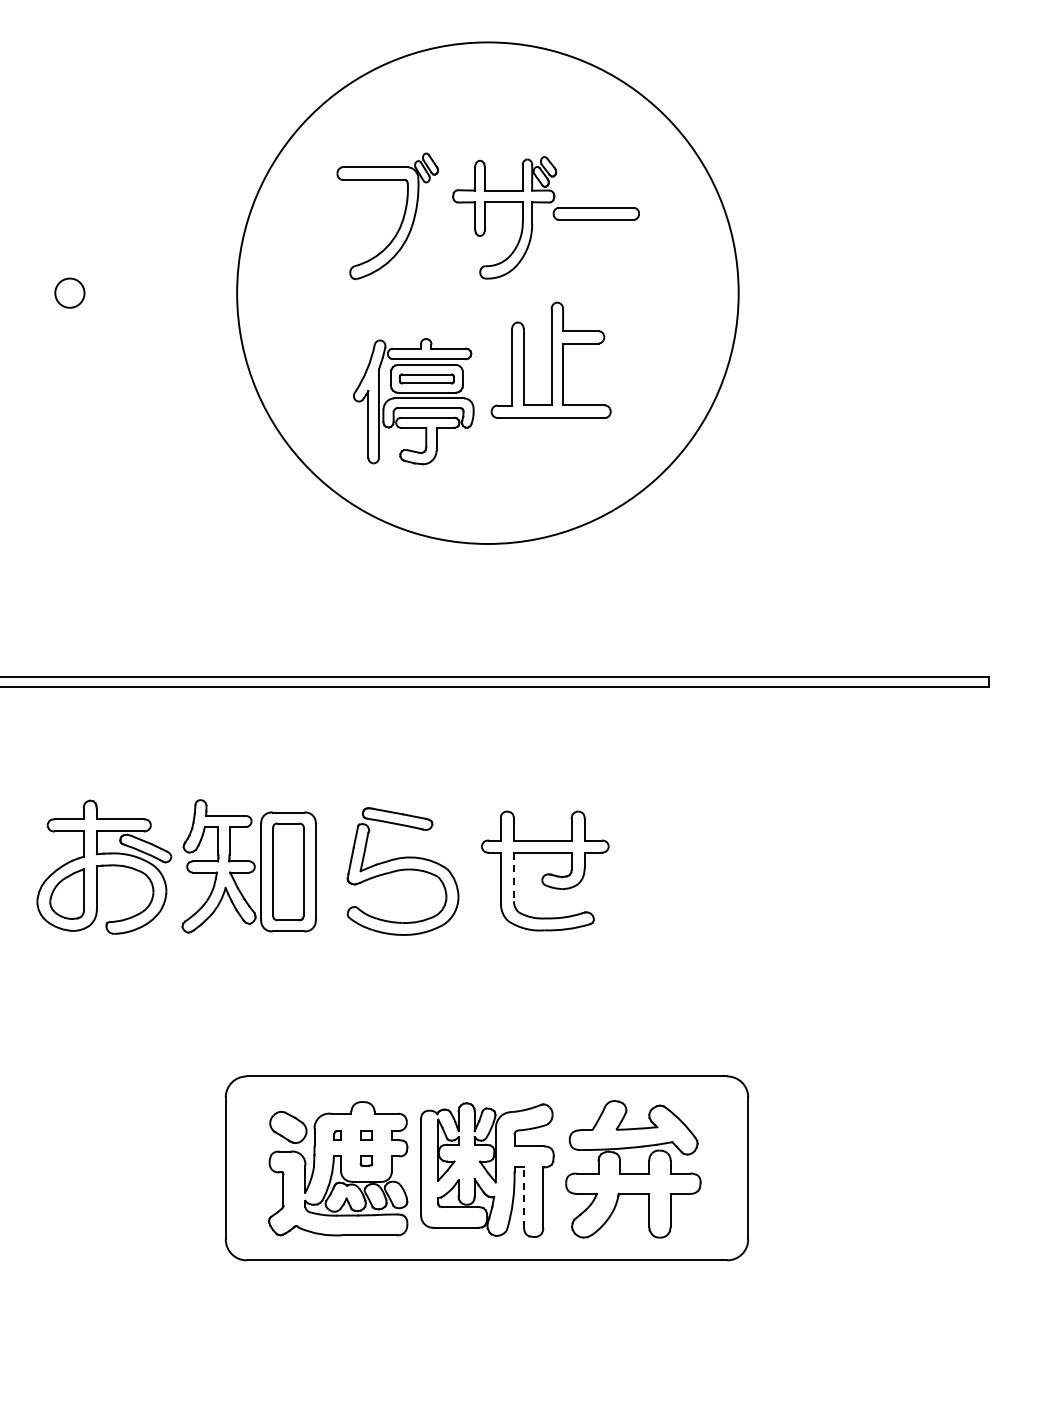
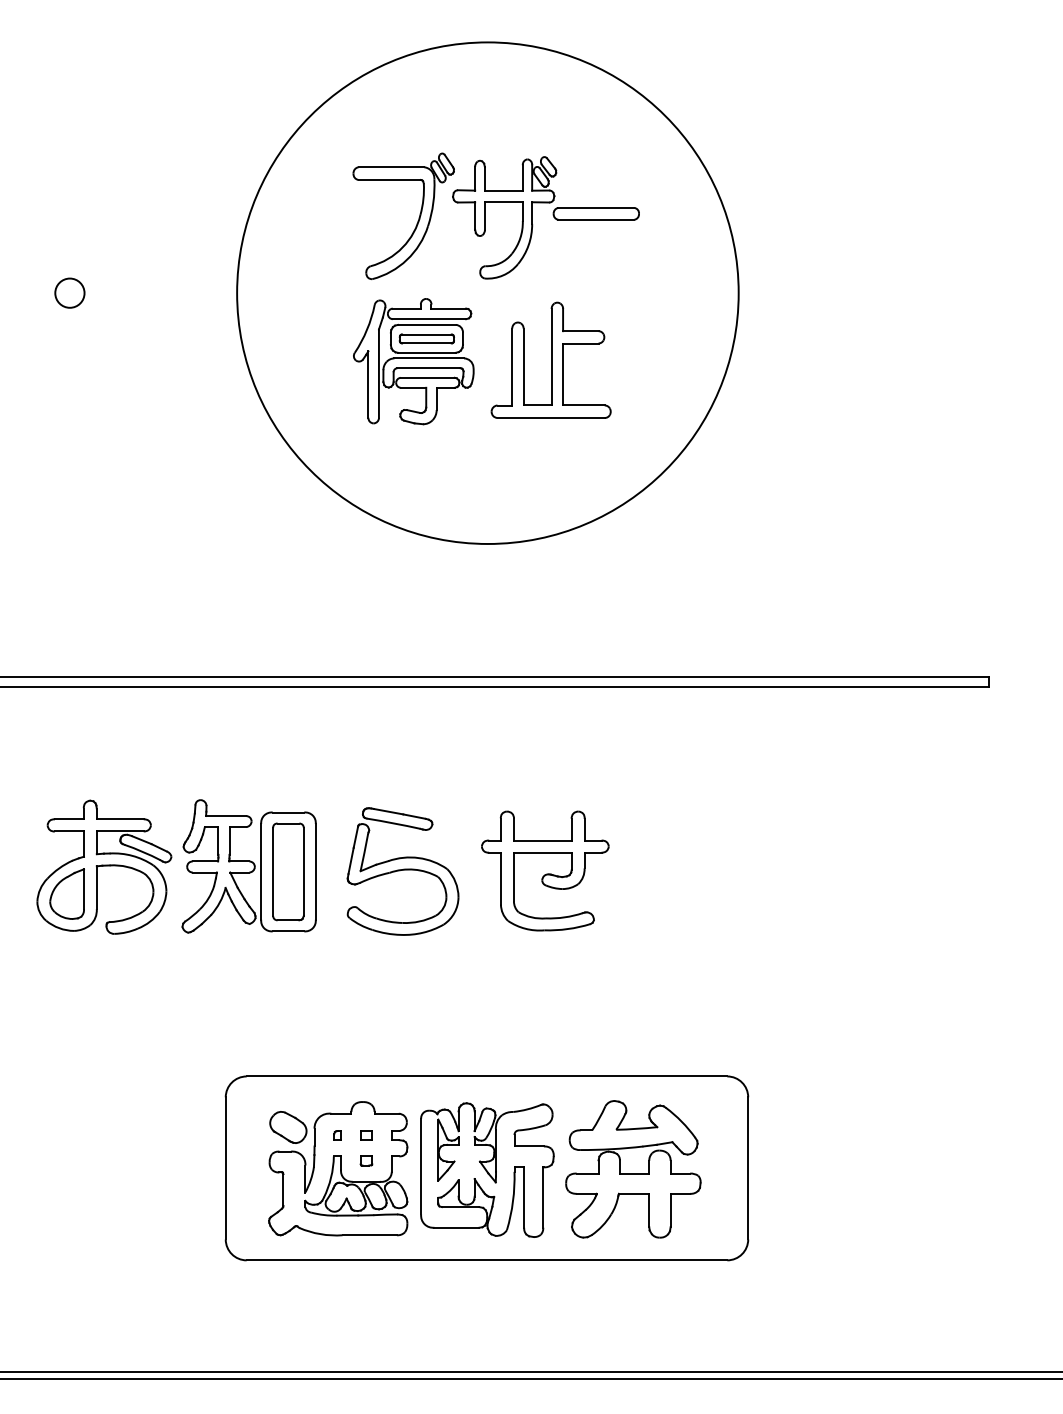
part at (401, 220) position: (401, 220) -> (417, 220)
part at (413, 401) position: (413, 401) -> (413, 361)
line at (513, 877): dashed -> solid
line at (524, 1197): dashed -> solid
line at (530, 1371): none -> present
line at (530, 1379): none -> present
